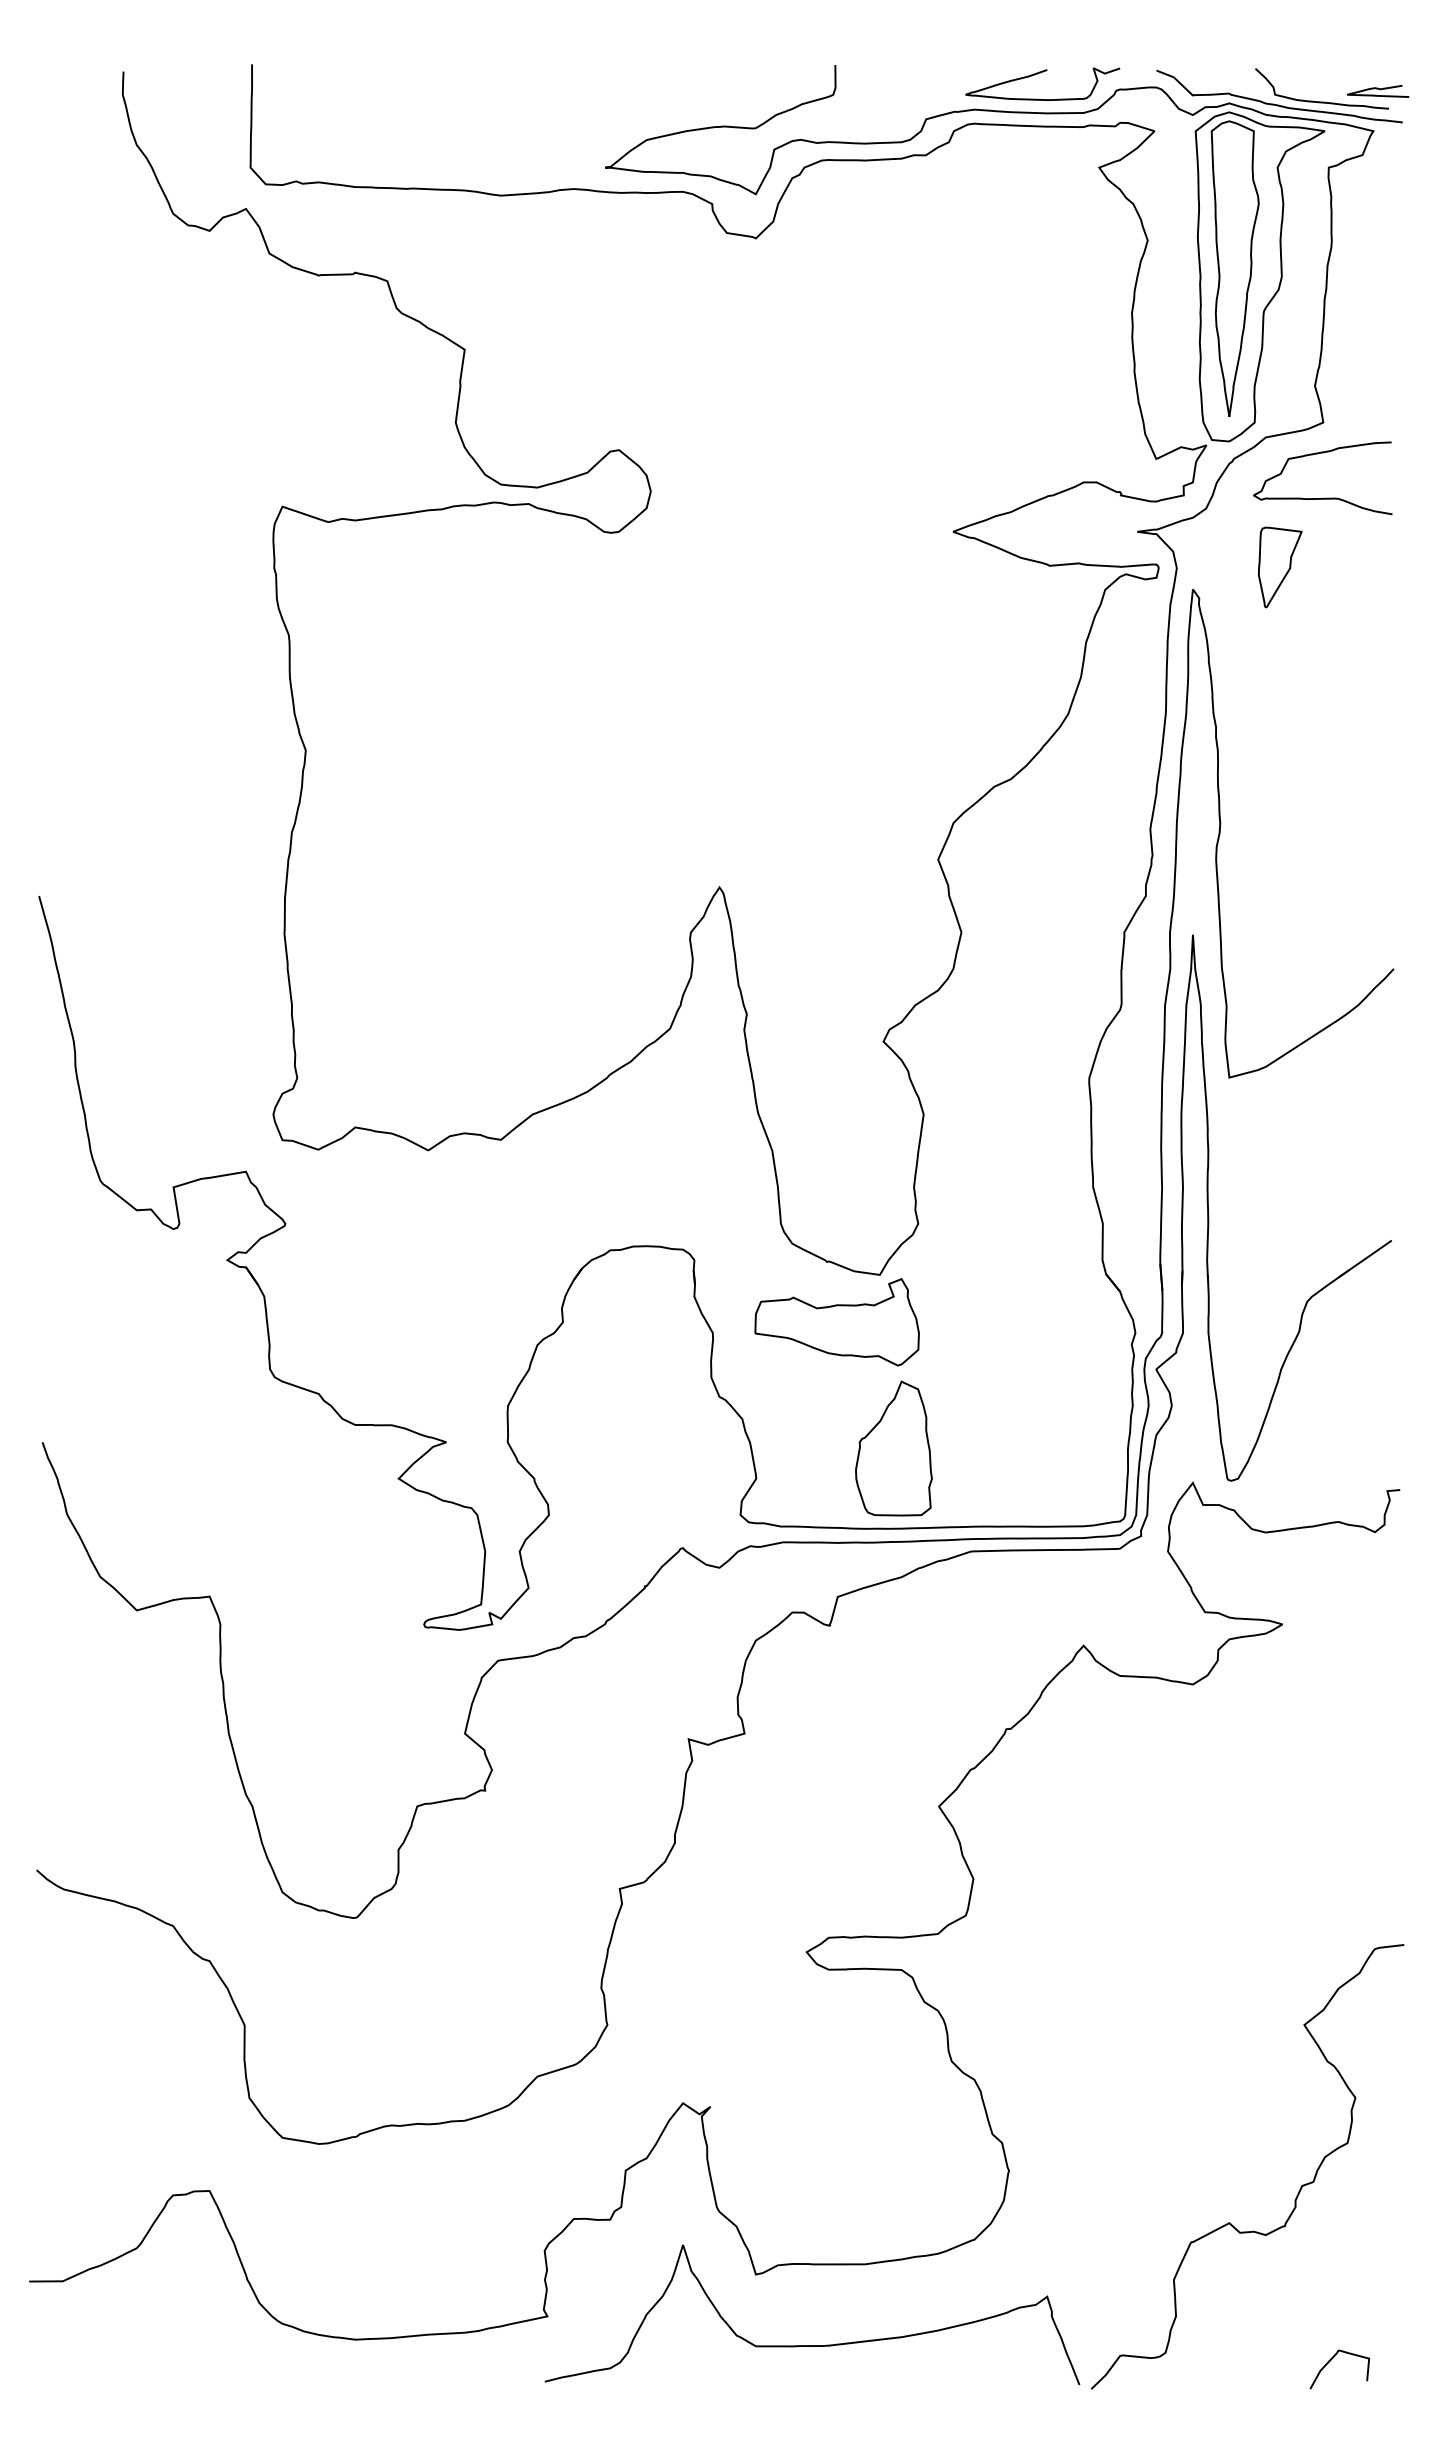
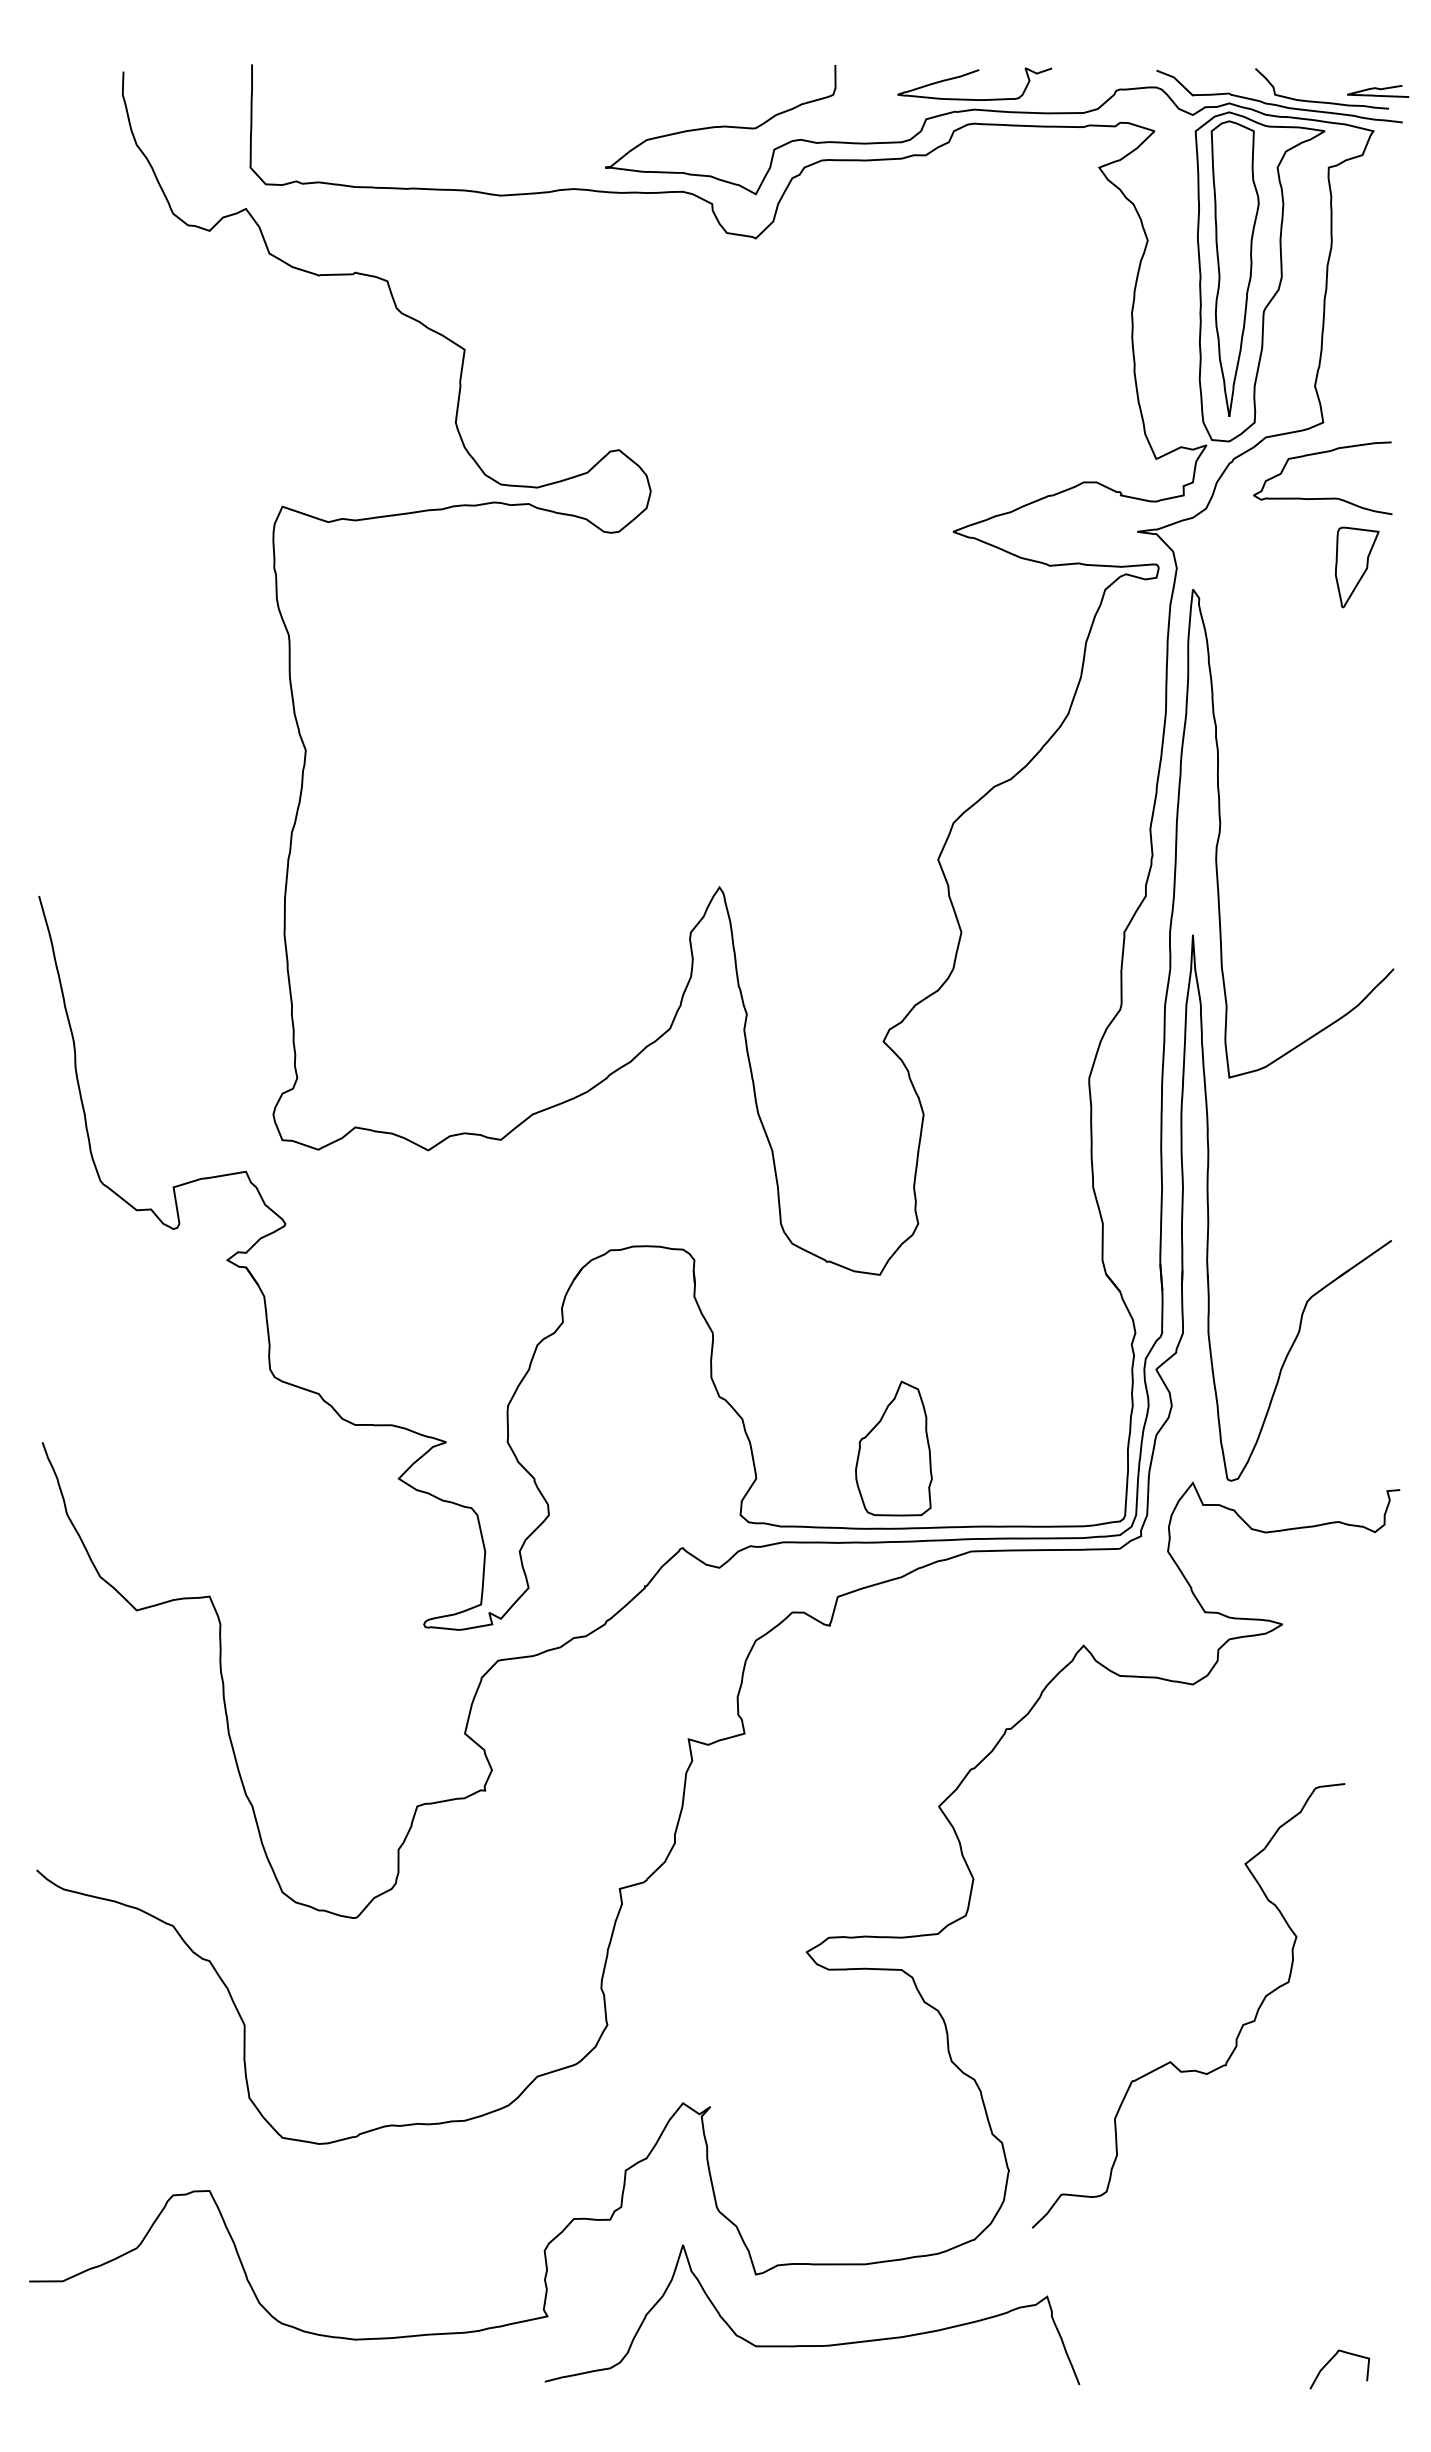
curve at (1040, 73) position: (1040, 73) -> (972, 73)
part at (1280, 567) position: (1280, 567) -> (1357, 567)
part at (836, 1322): present -> none
curve at (1298, 2191) position: (1298, 2191) -> (1239, 2030)
